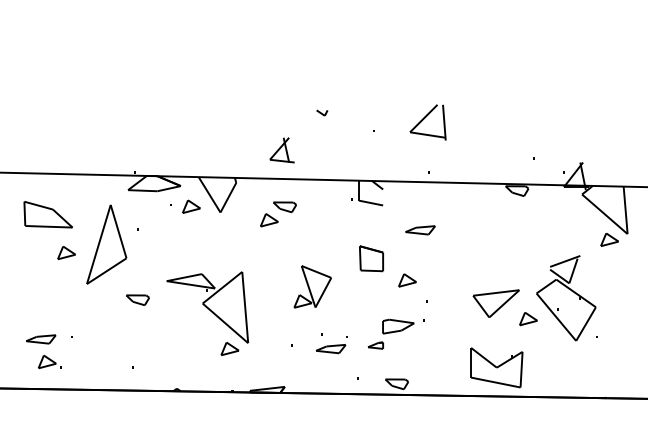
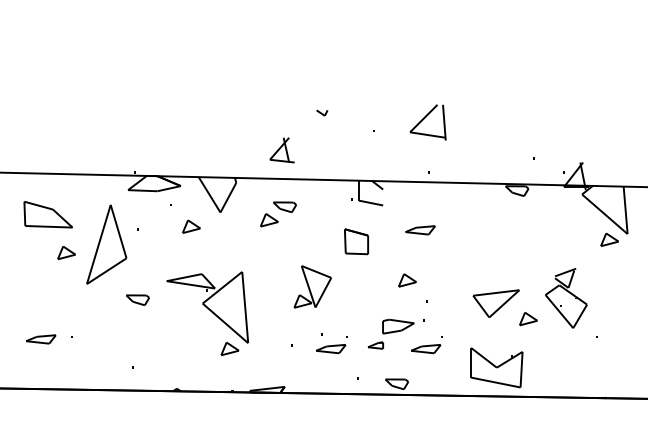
part at (191, 206) position: (191, 206) -> (191, 226)
part at (371, 258) position: (371, 258) -> (356, 241)
part at (566, 298) size: 61x87 px -> 43x61 px
part at (426, 345): none -> present
part at (49, 361): present -> none
